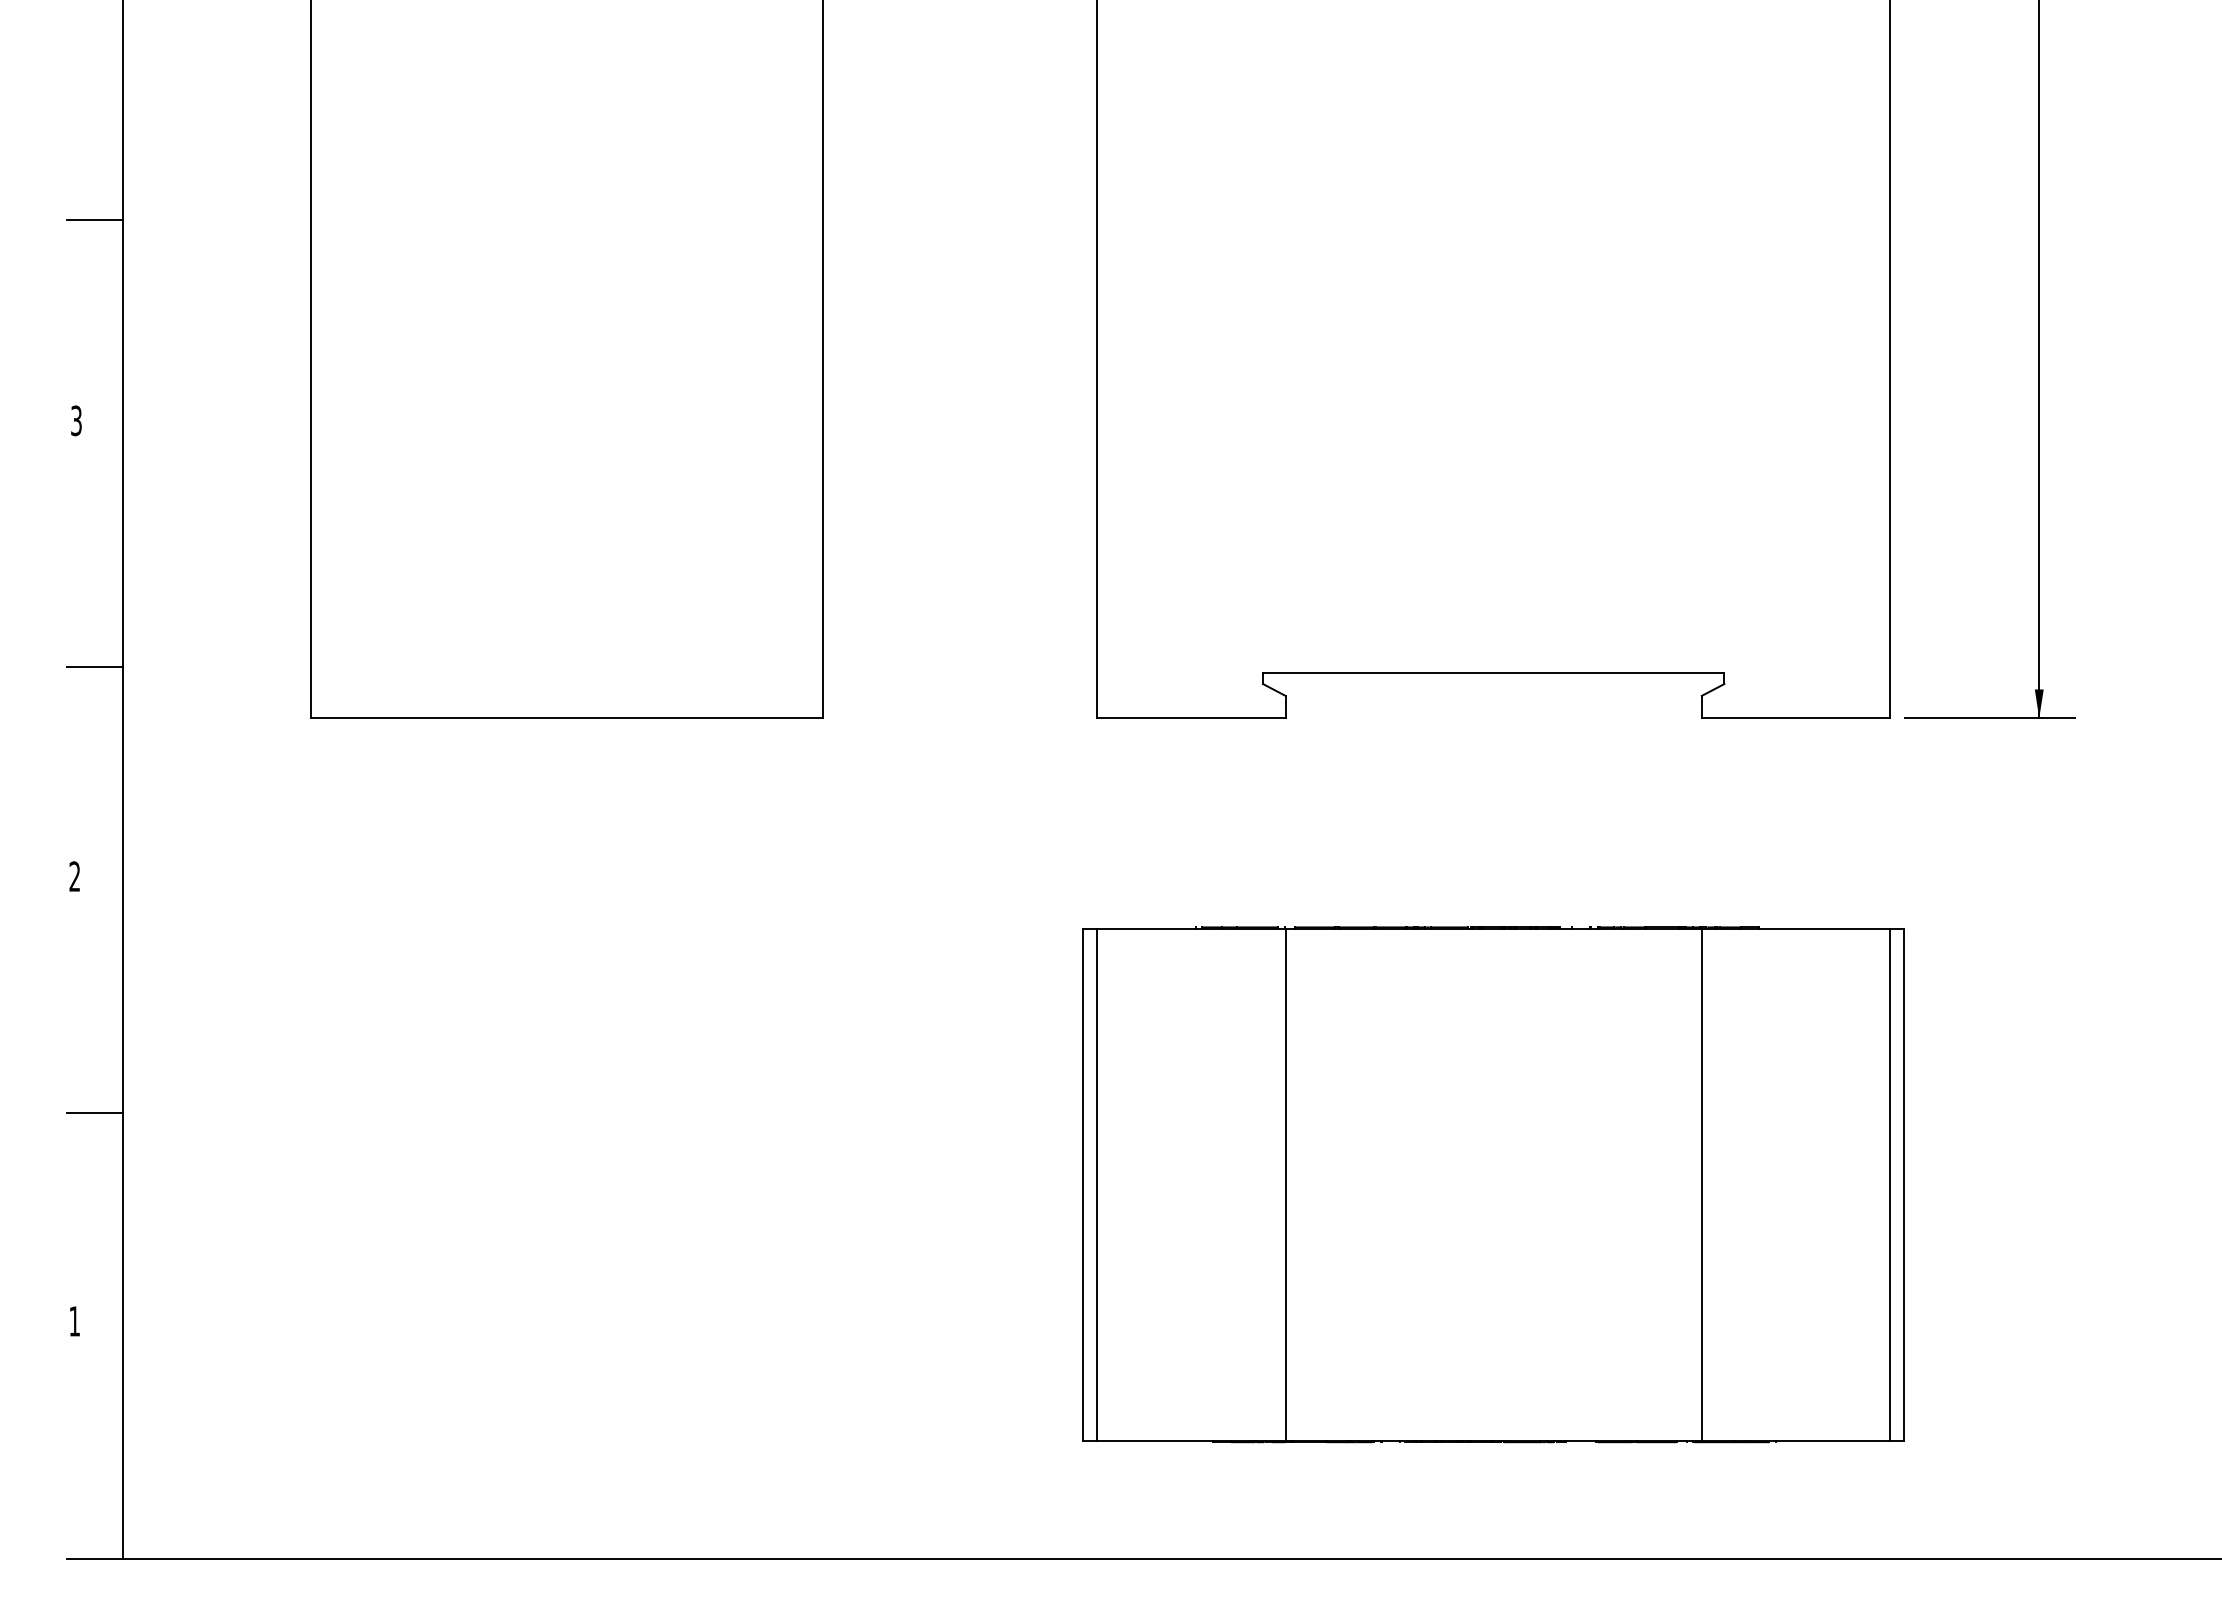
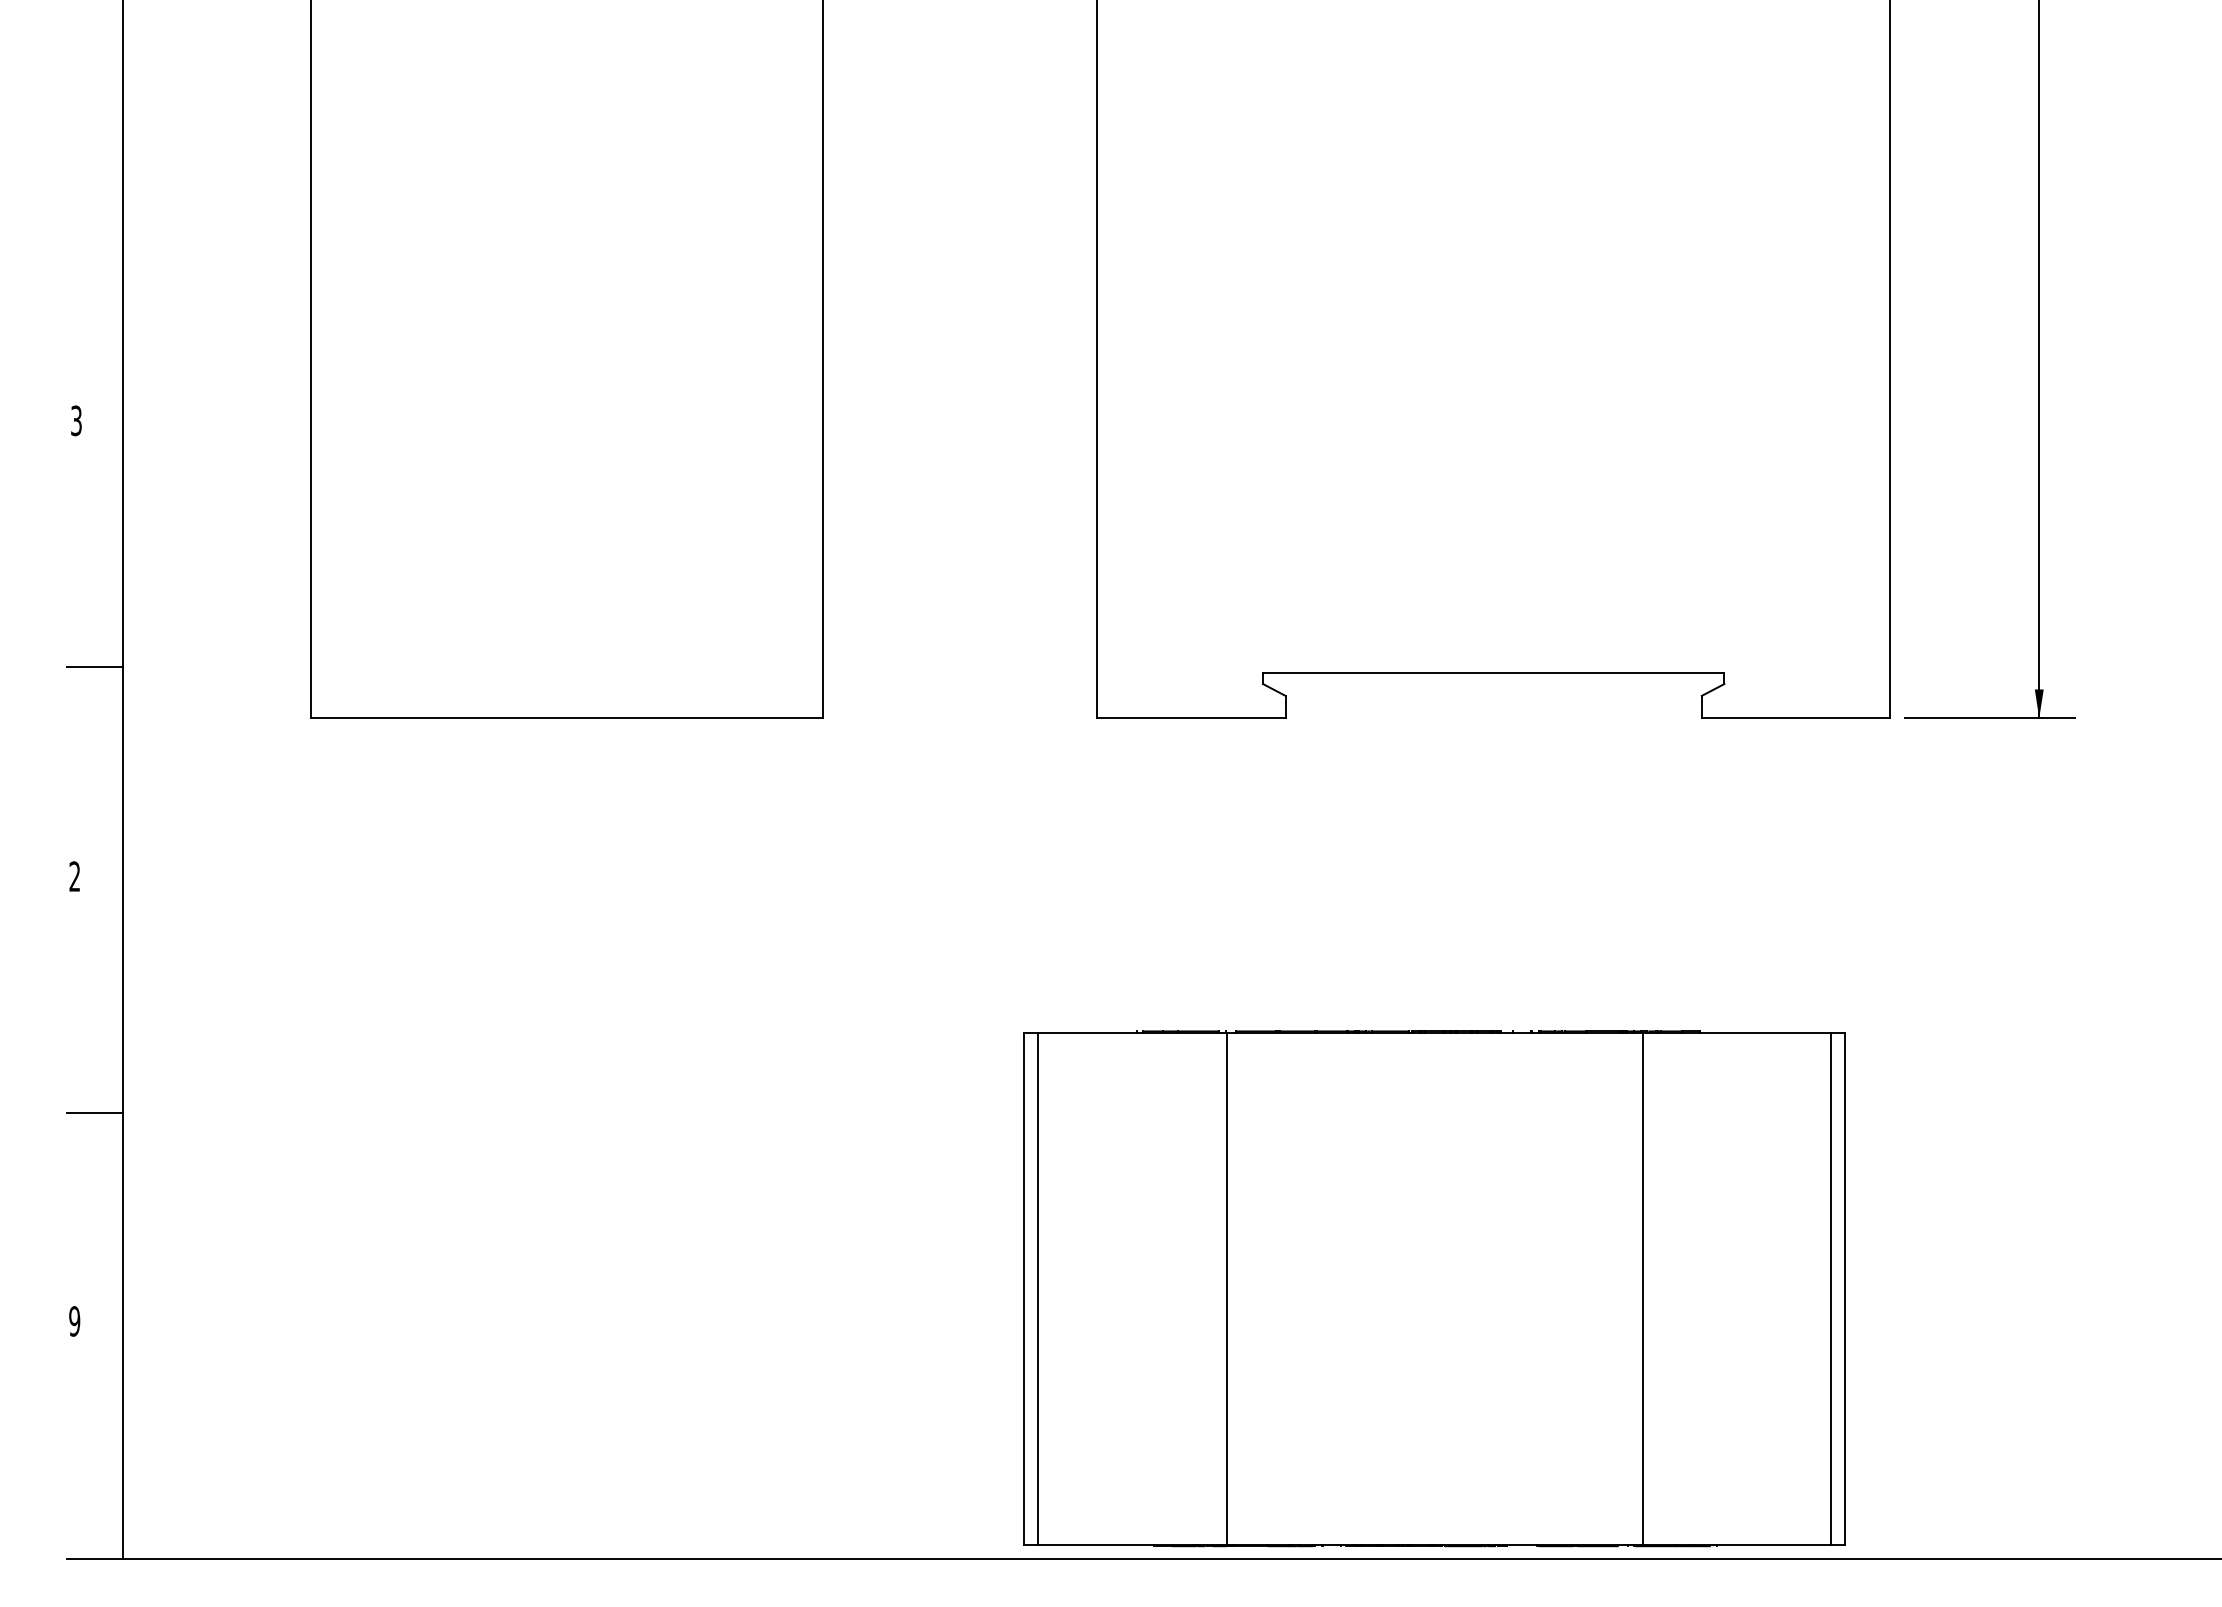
line at (94, 219): present -> none
part at (1493, 1184) position: (1493, 1184) -> (1434, 1288)
text at (74, 1321): 1 -> 9
